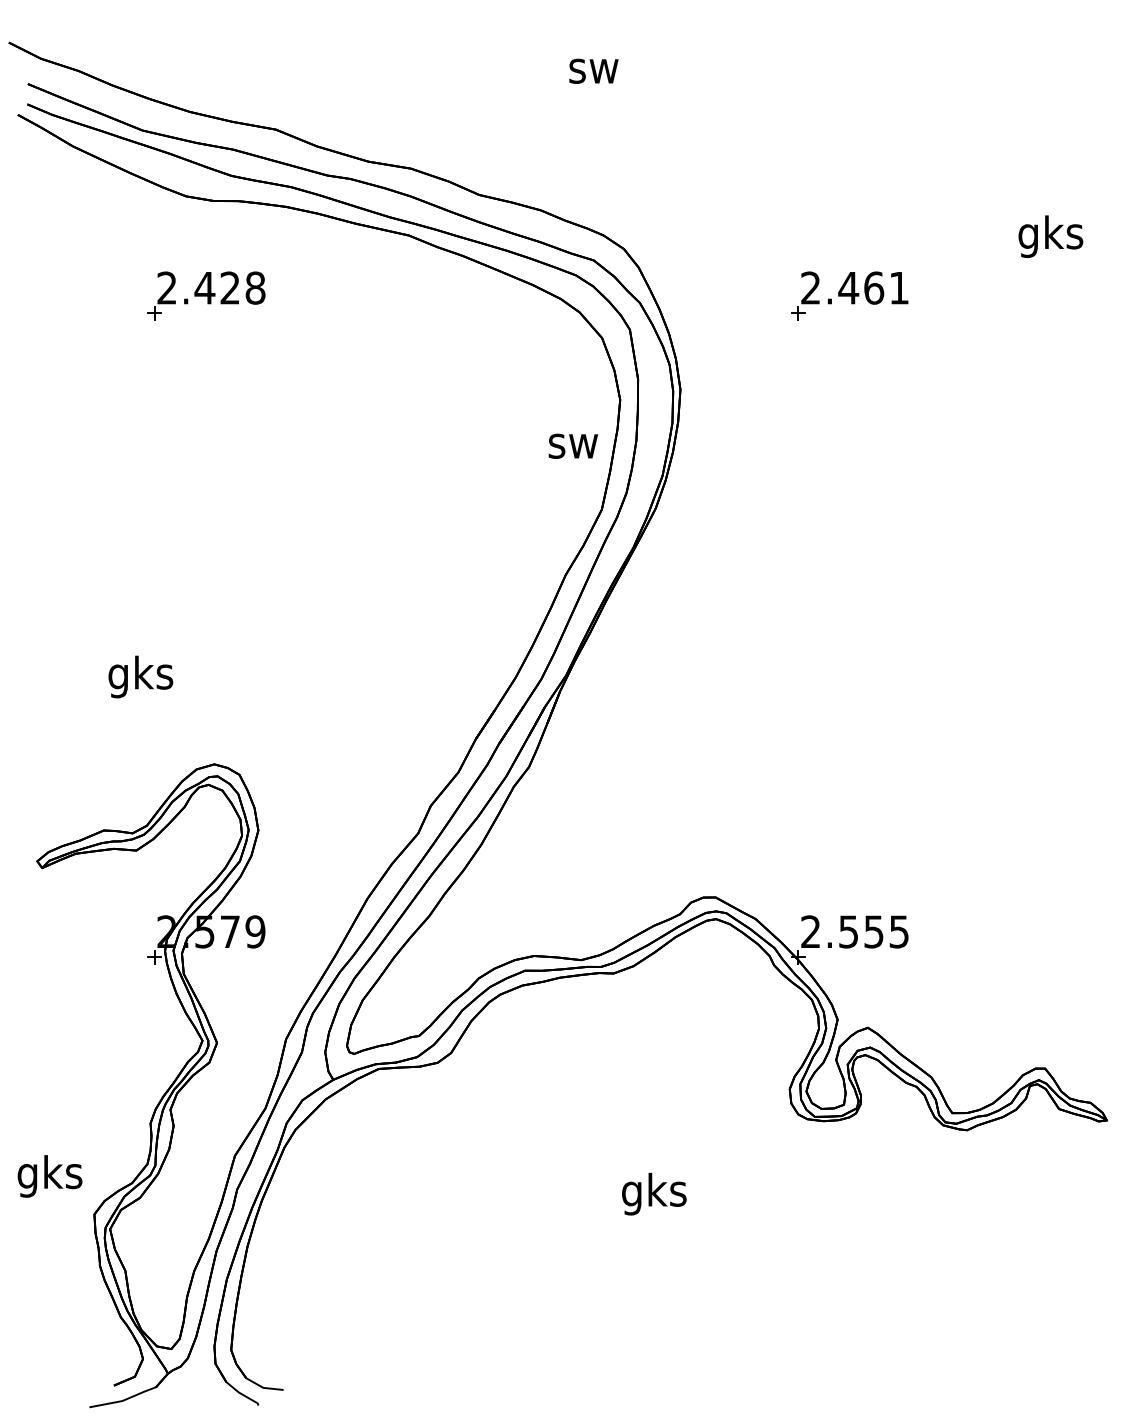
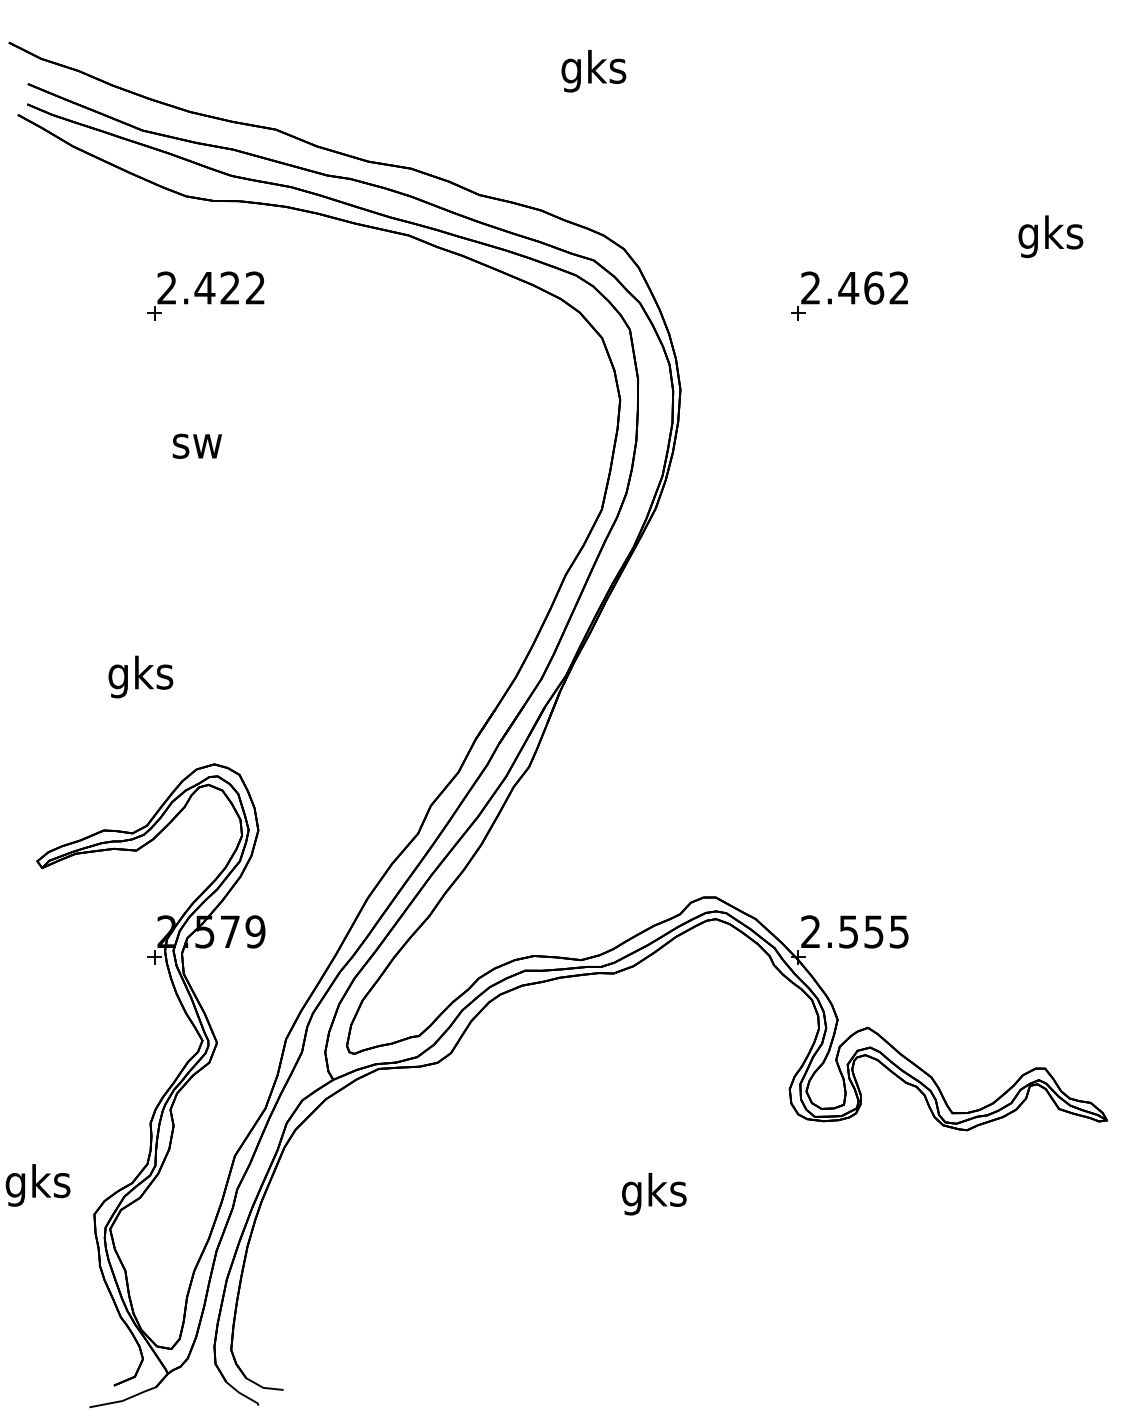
text at (593, 70): sw -> gks
text at (255, 287): 2.428 -> 2.422
text at (898, 287): 2.461 -> 2.462
text at (572, 445) position: (572, 445) -> (196, 445)
text at (49, 1176) position: (49, 1176) -> (37, 1185)
